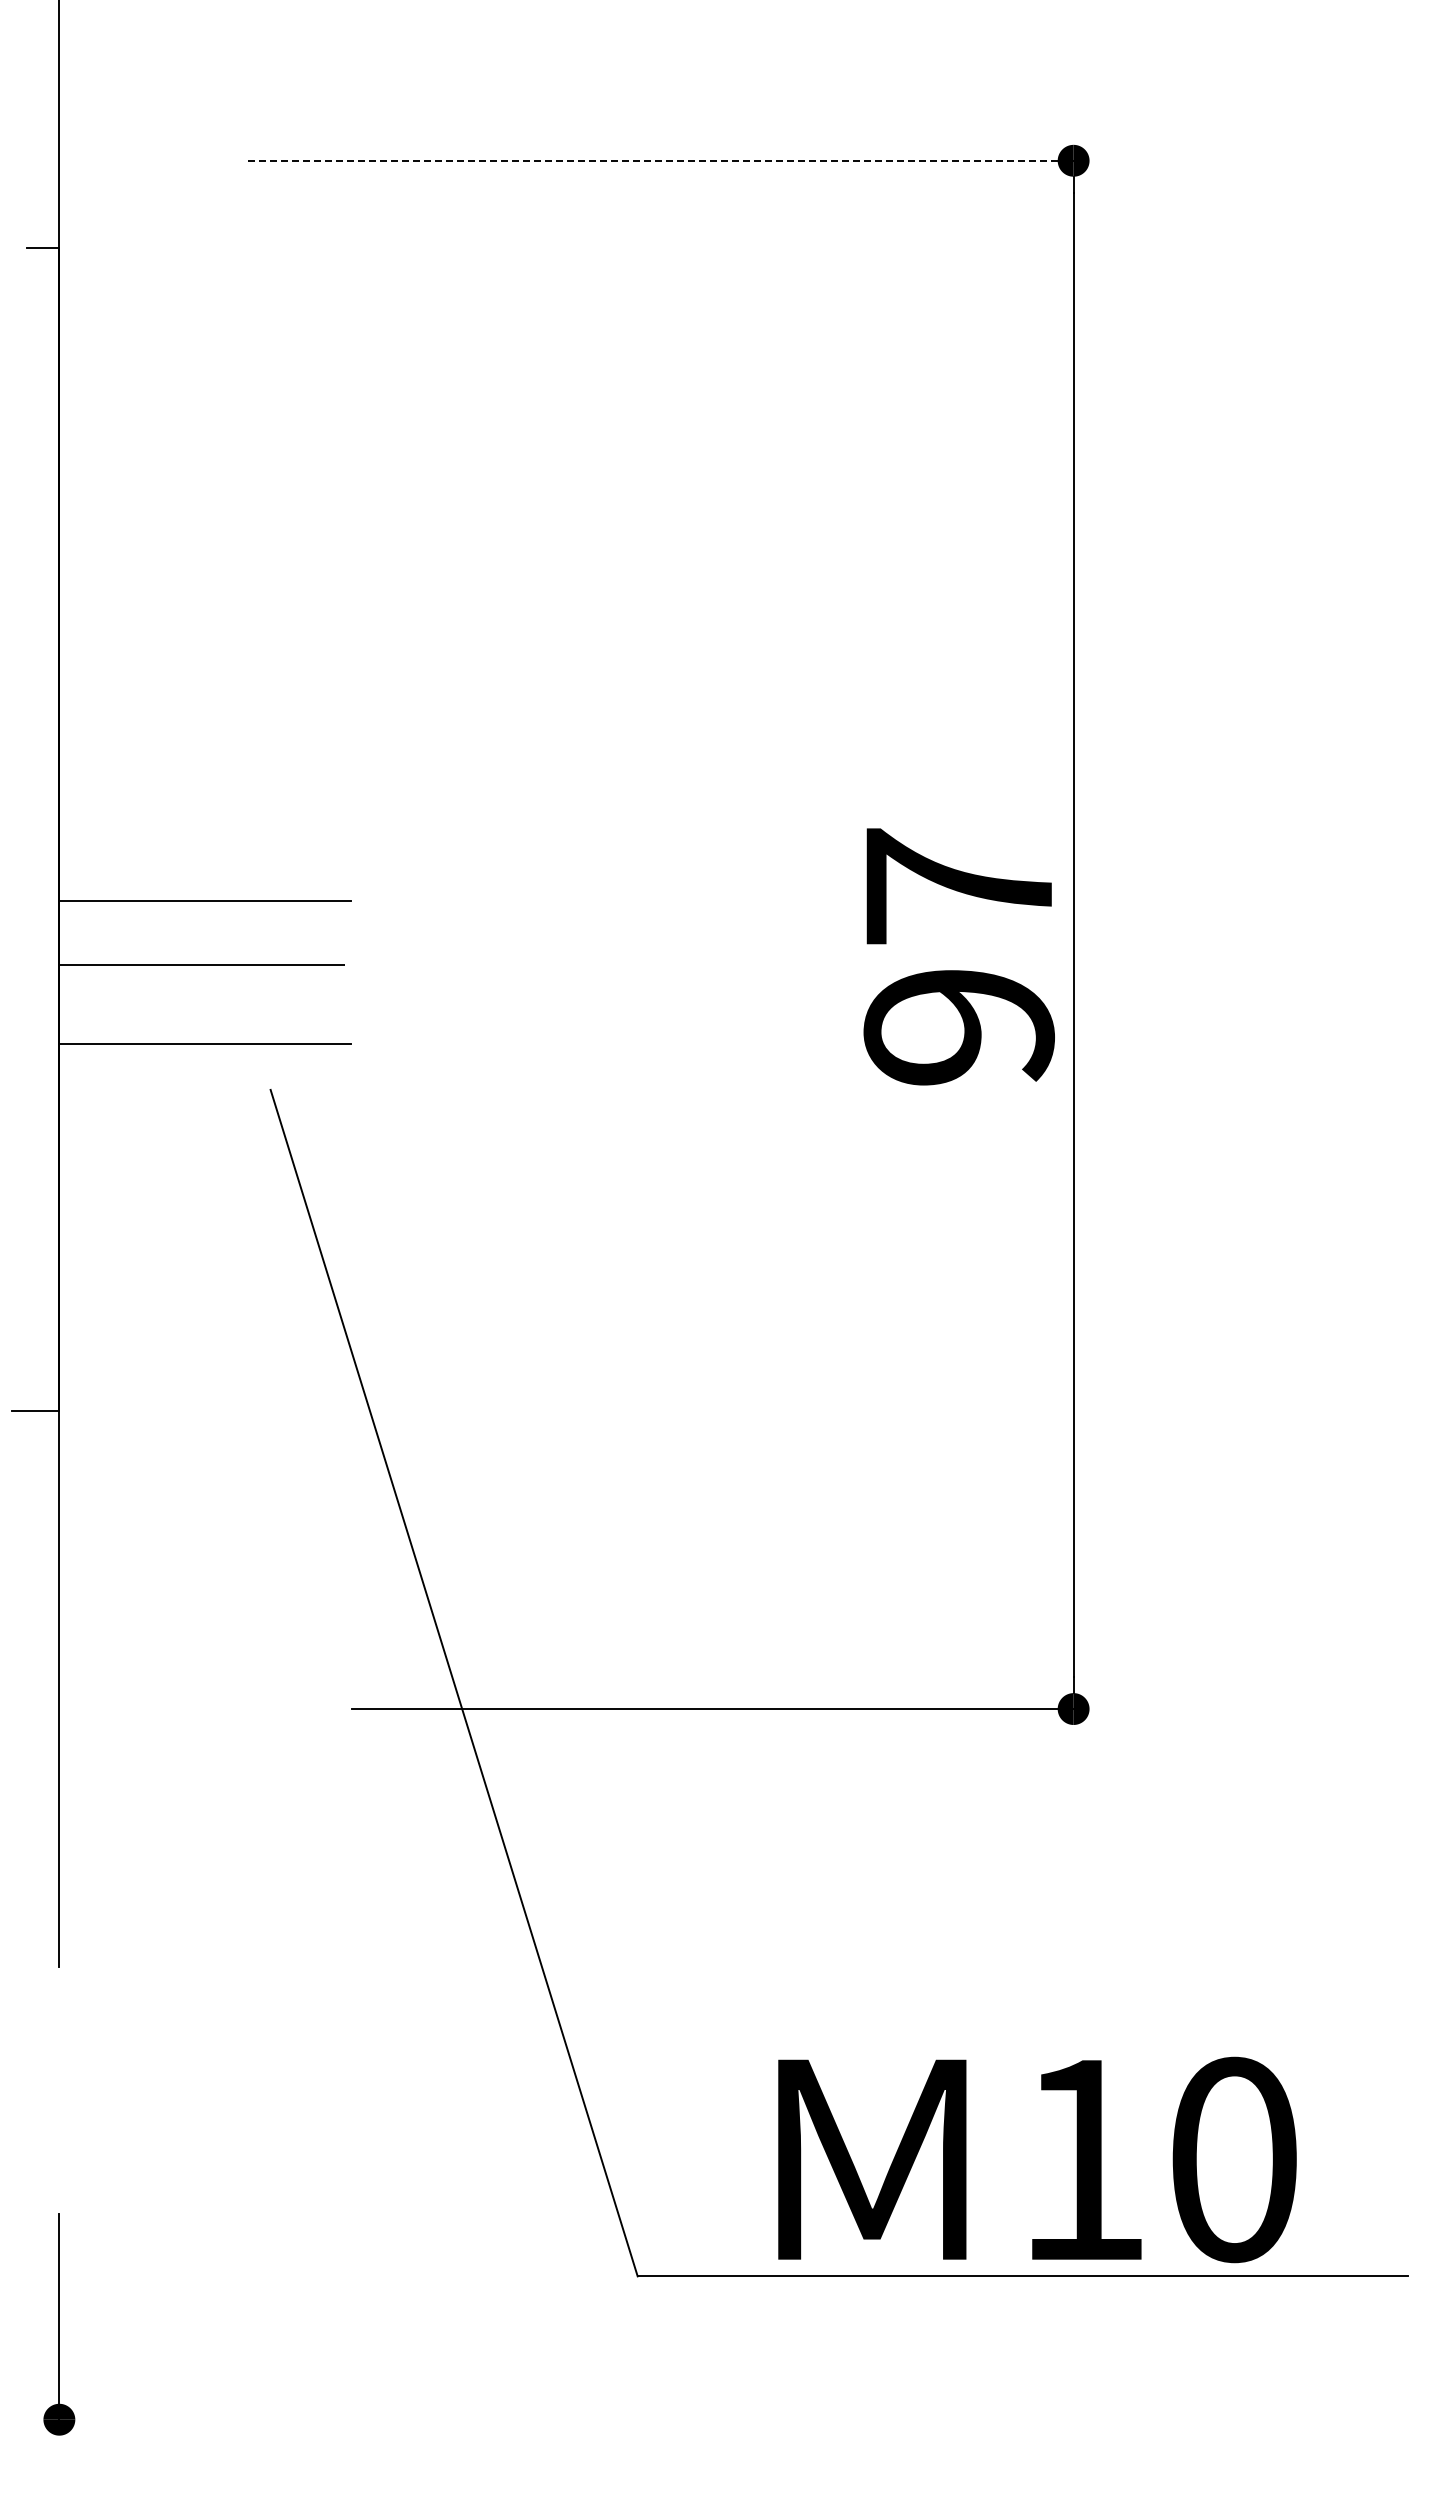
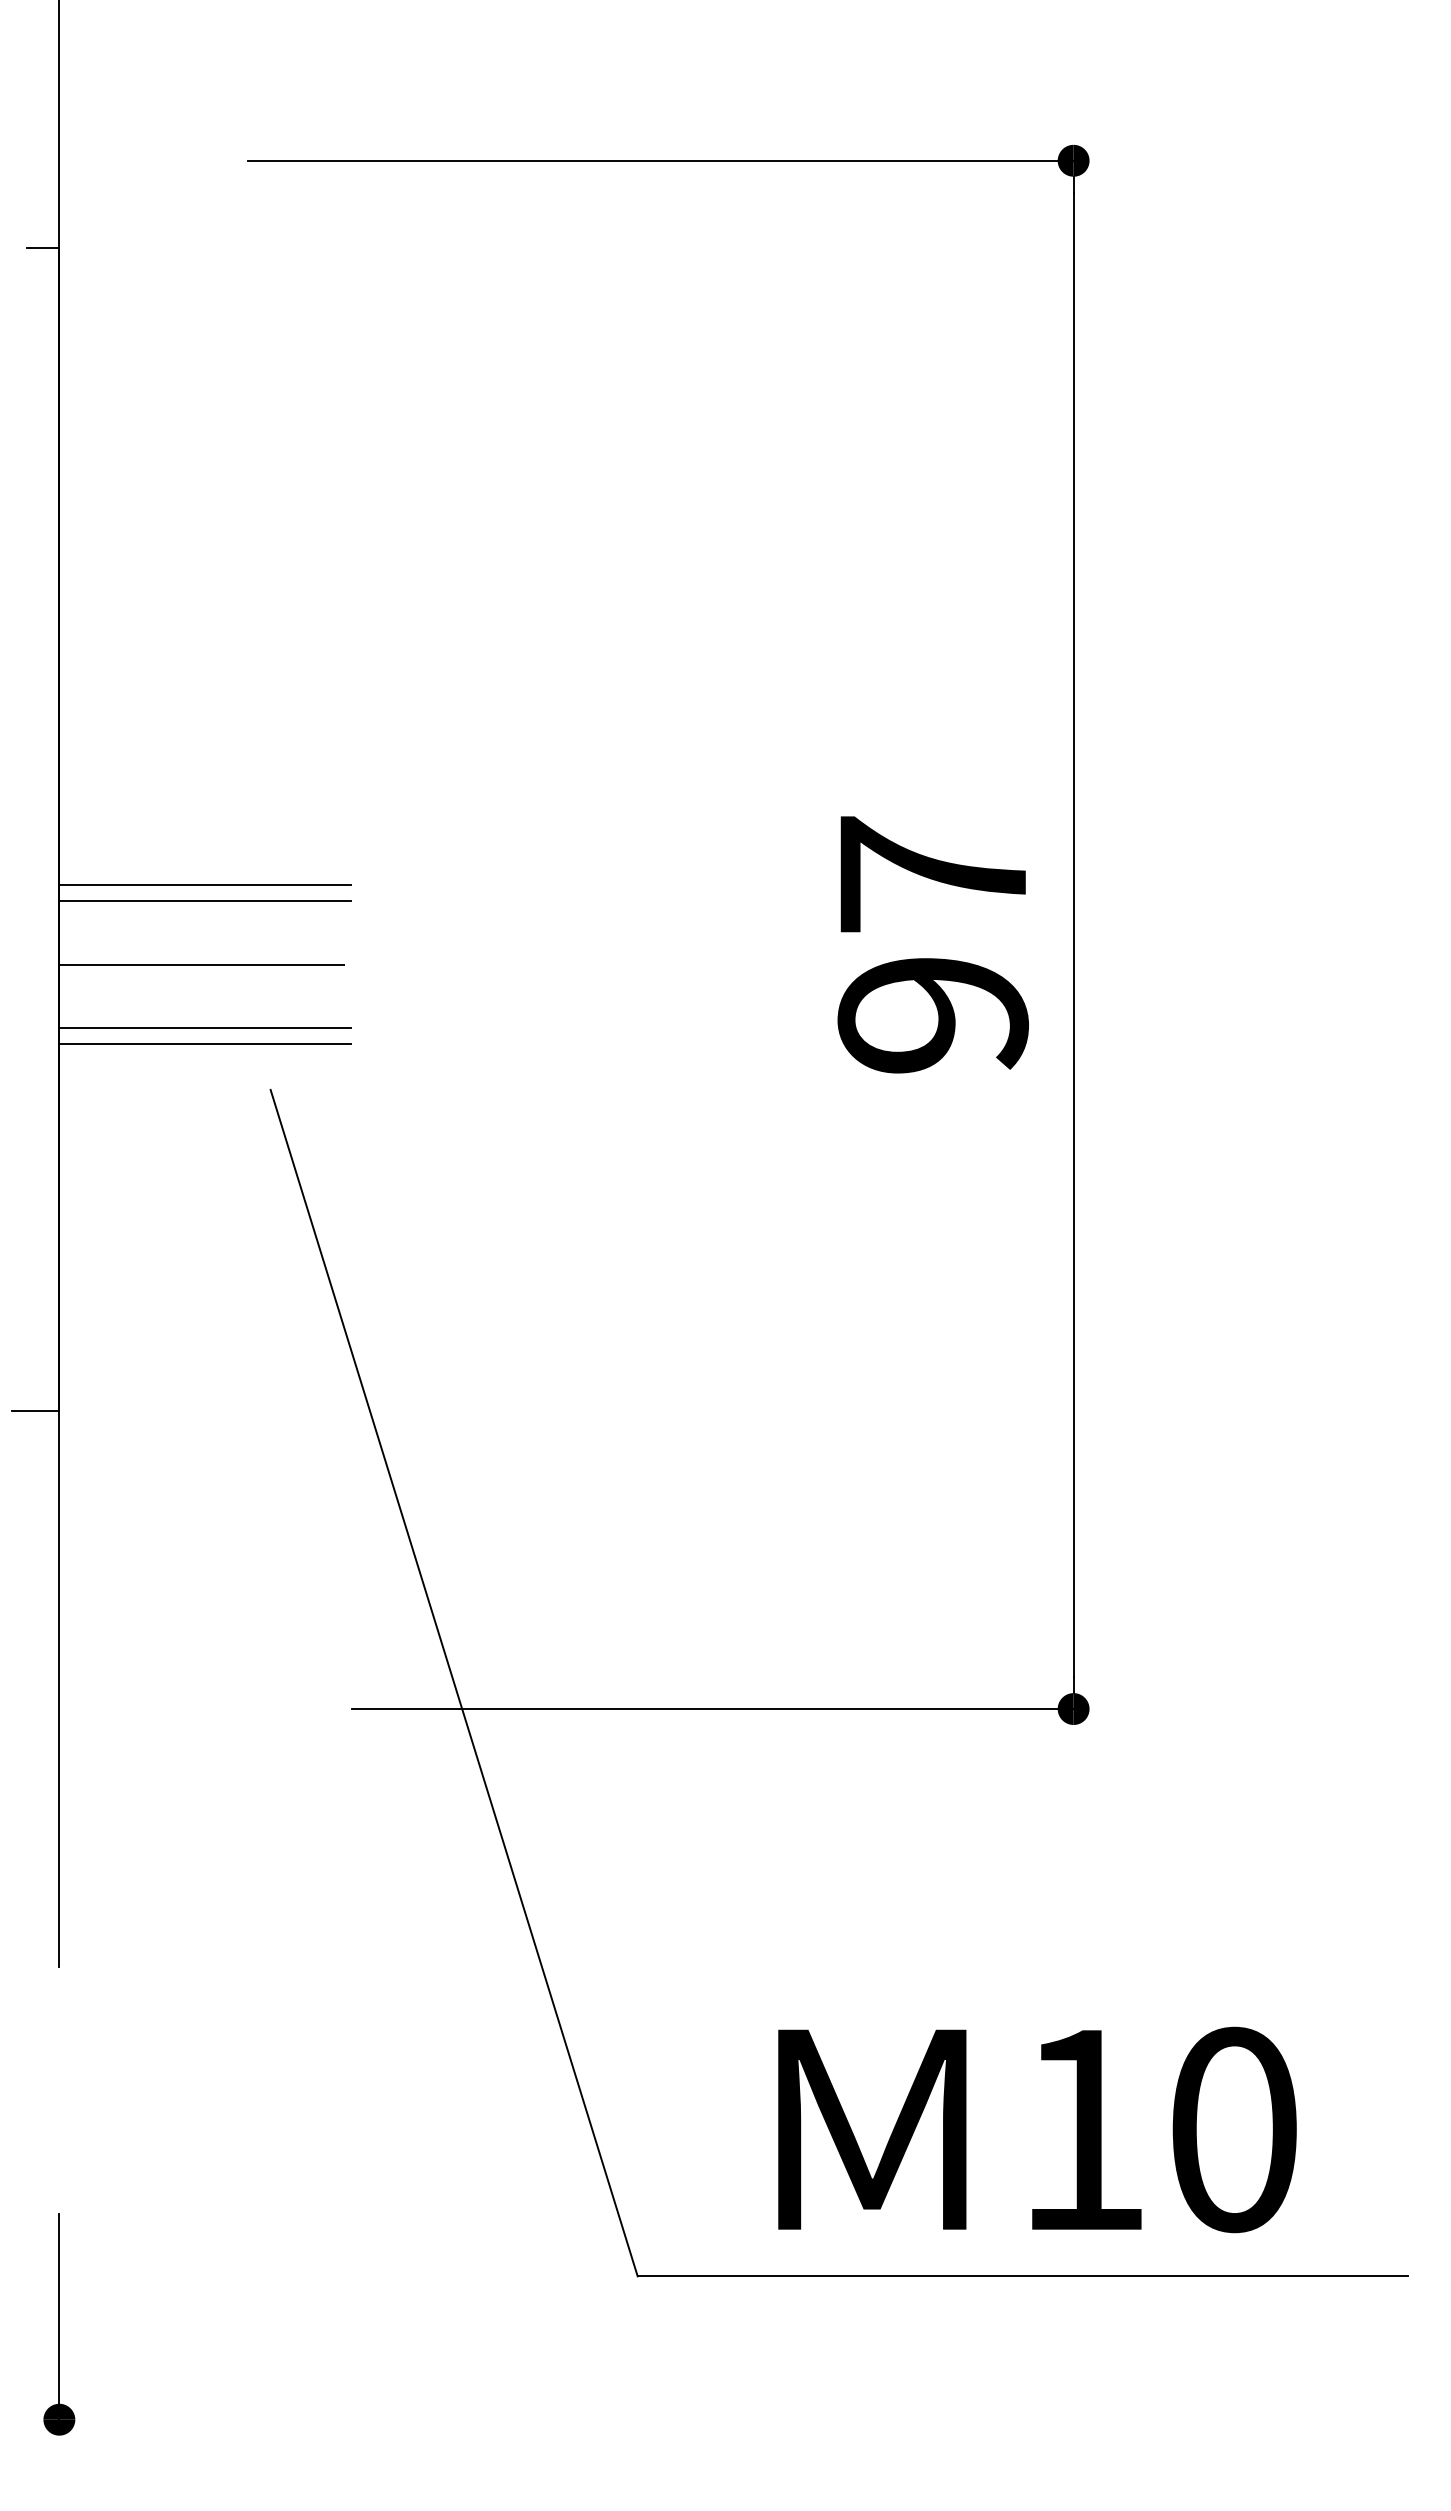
line at (660, 160): dashed -> solid
line at (205, 884): none -> present
text at (958, 956) position: (958, 956) -> (932, 944)
line at (205, 1028): none -> present
text at (1037, 2159) position: (1037, 2159) -> (1037, 2129)
